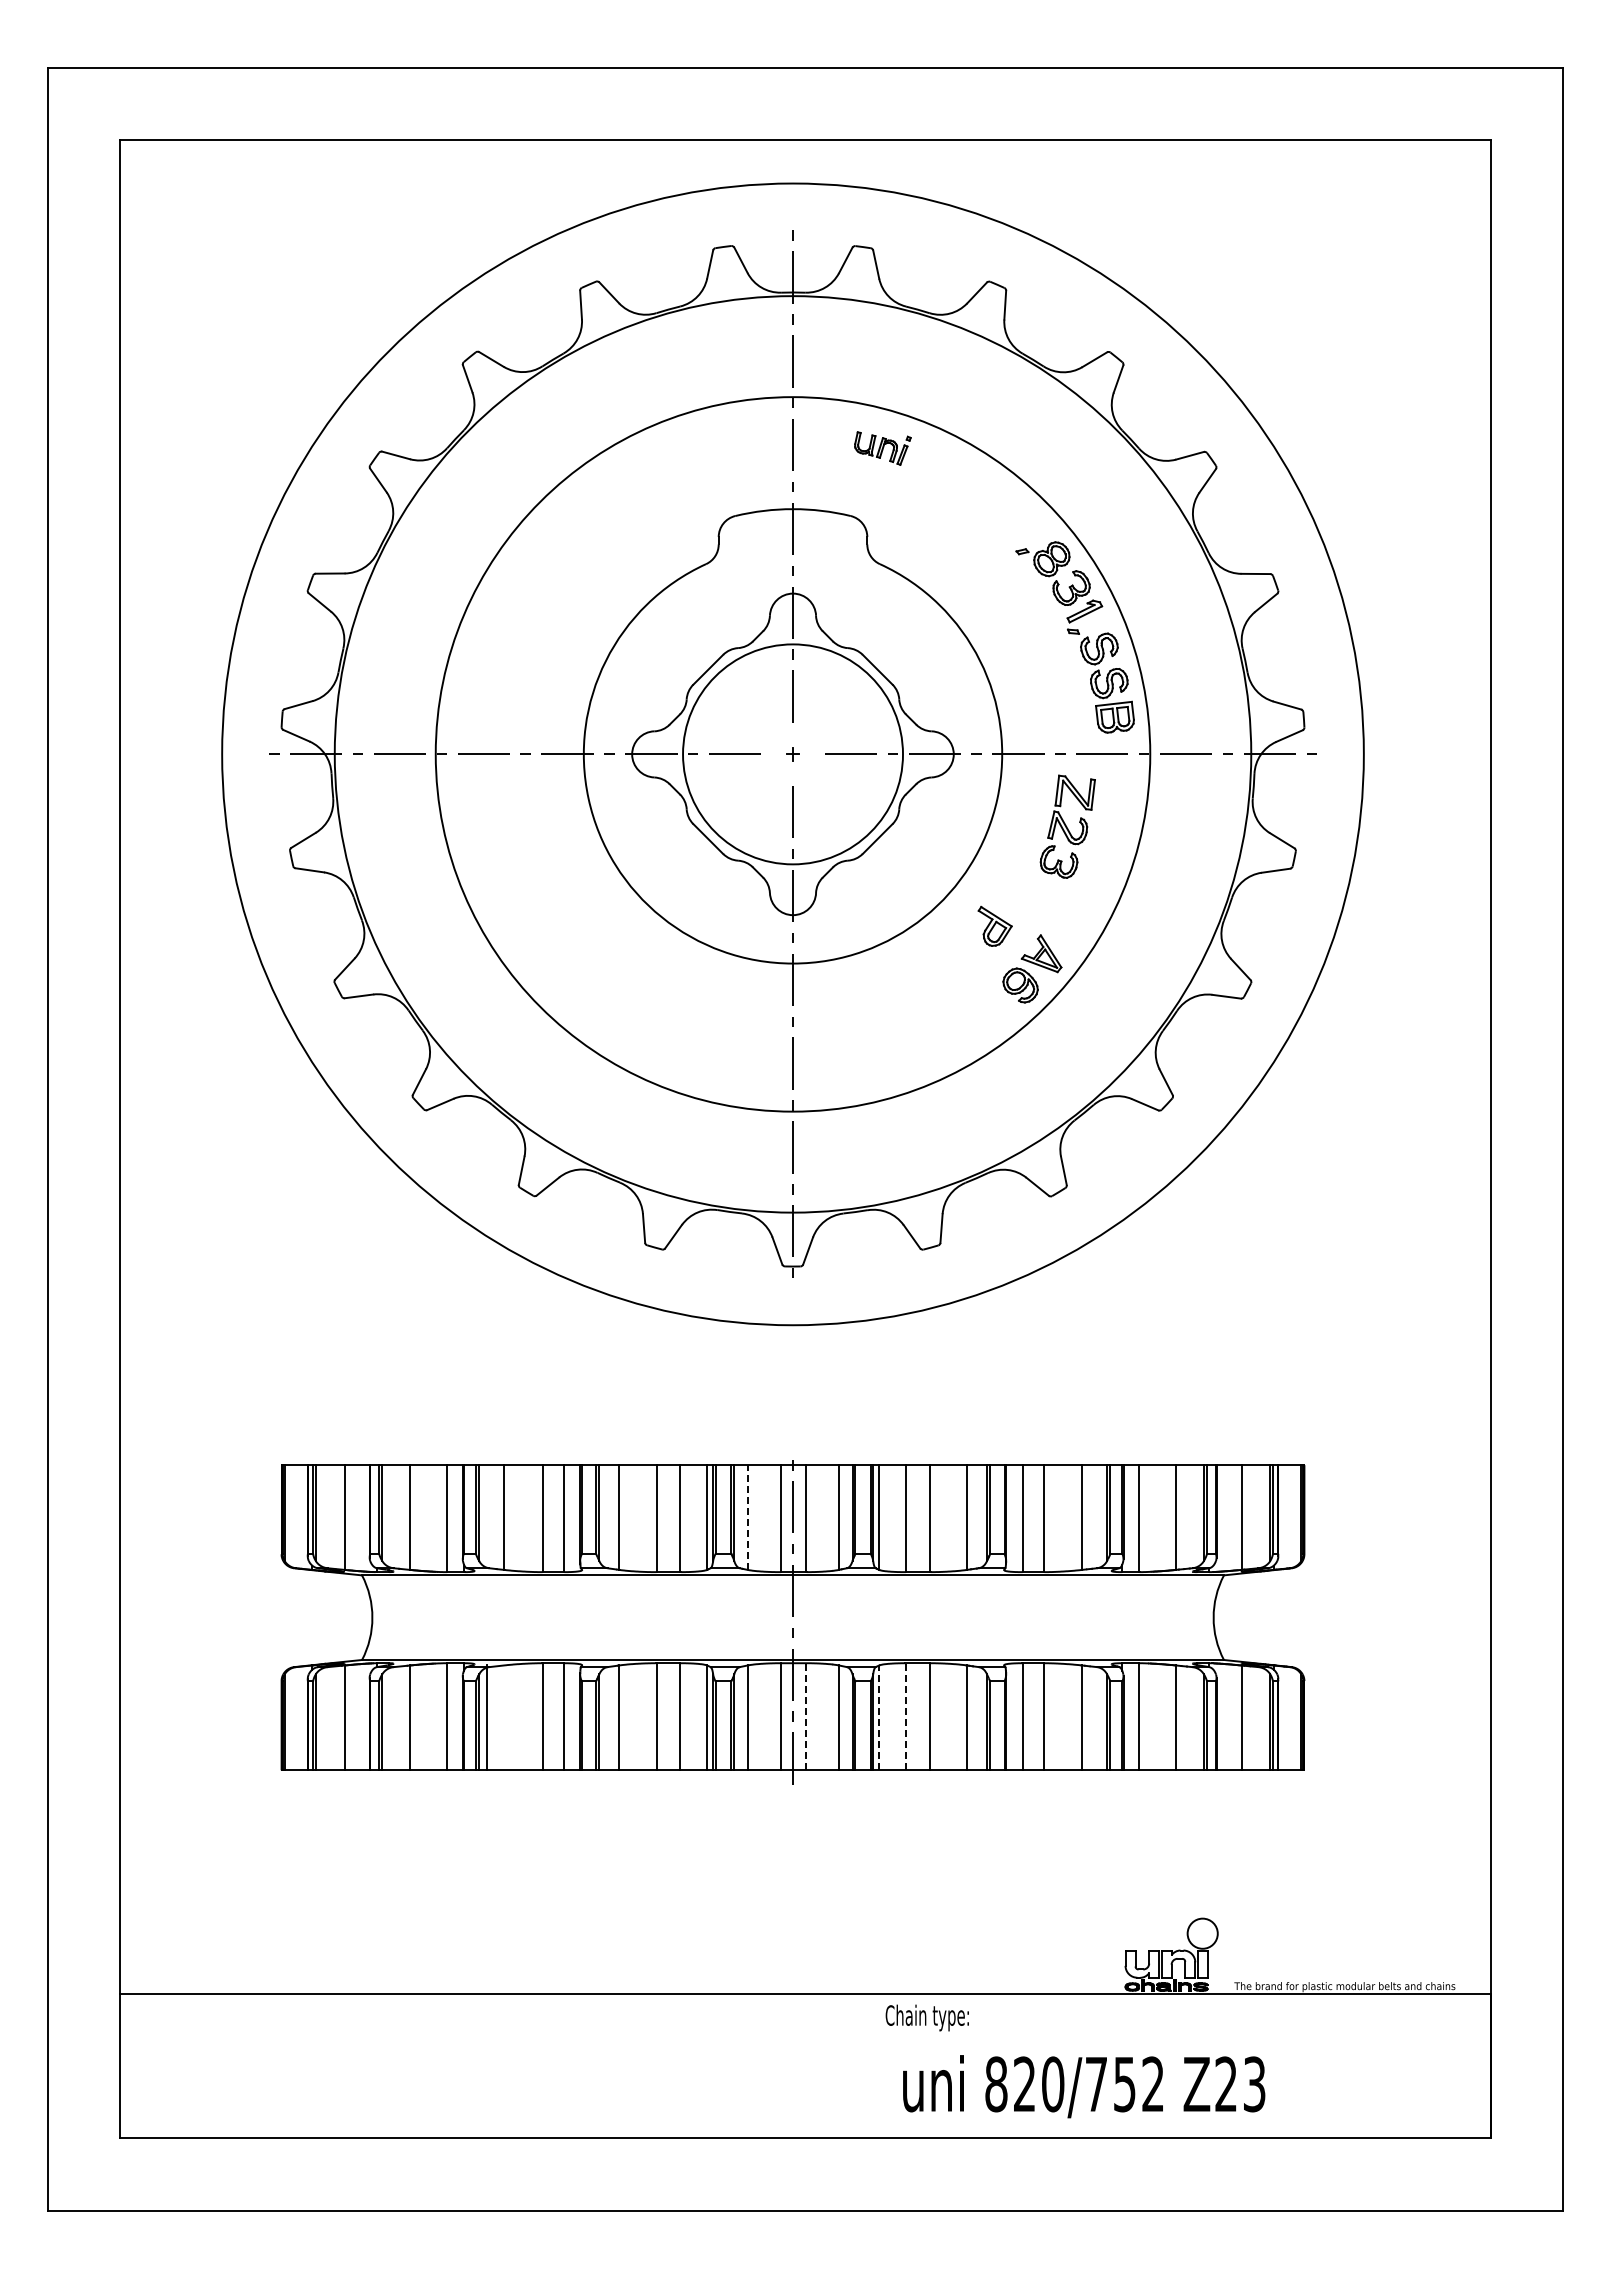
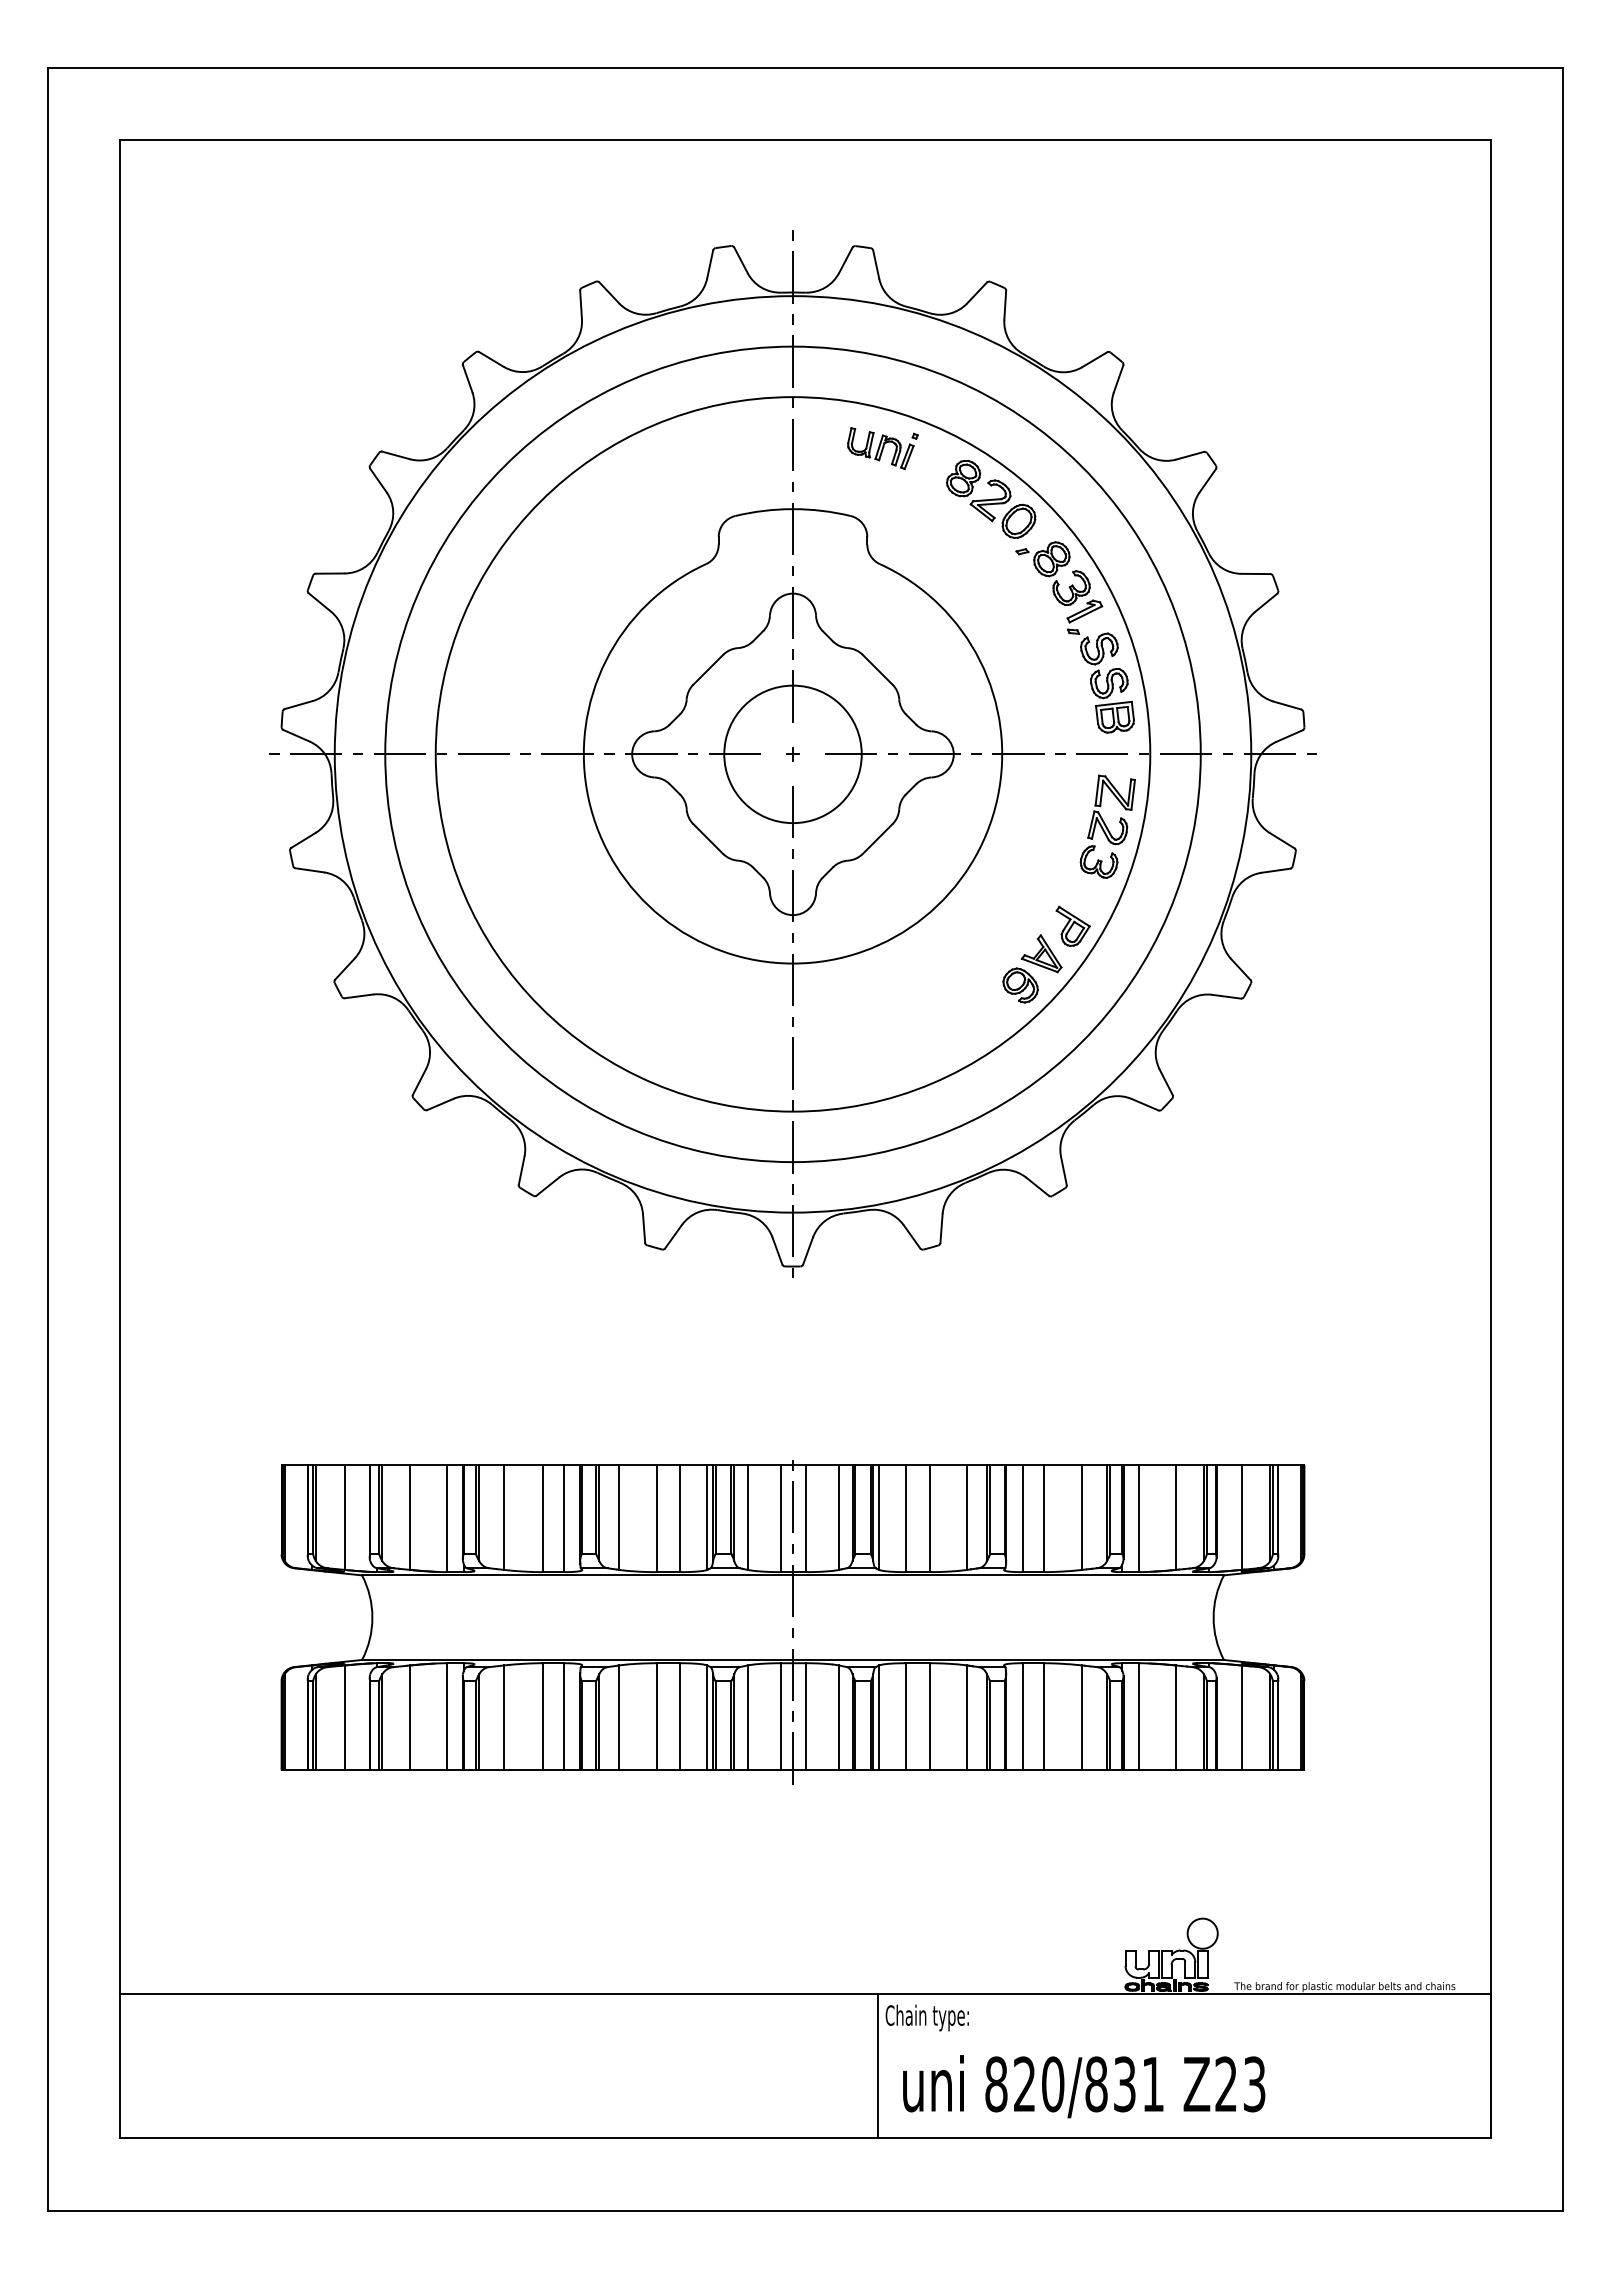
part at (882, 448) size: 58x35 px -> 72x43 px
part at (991, 499): none -> present
circle at (792, 754) diameter: 1142 px -> 816 px
circle at (793, 754) diameter: 220 px -> 137 px
part at (1067, 826) position: (1067, 826) -> (1107, 826)
part at (994, 925) position: (994, 925) -> (1072, 925)
line at (747, 1517): dashed -> solid
line at (805, 1716): dashed -> solid
line at (906, 1716): dashed -> solid
line at (486, 1717) position: (486, 1717) -> (503, 1717)
line at (879, 1717): dashed -> solid
line at (877, 2066): none -> present
text at (1124, 2084): 820/752 -> 820/831
